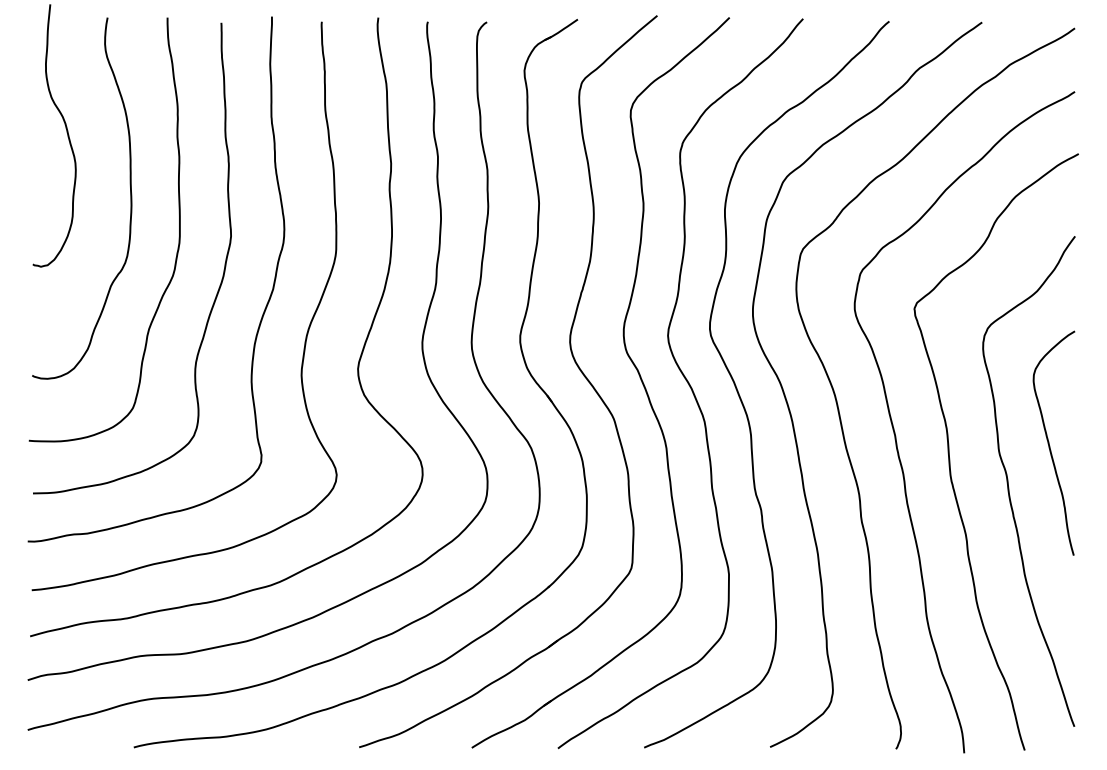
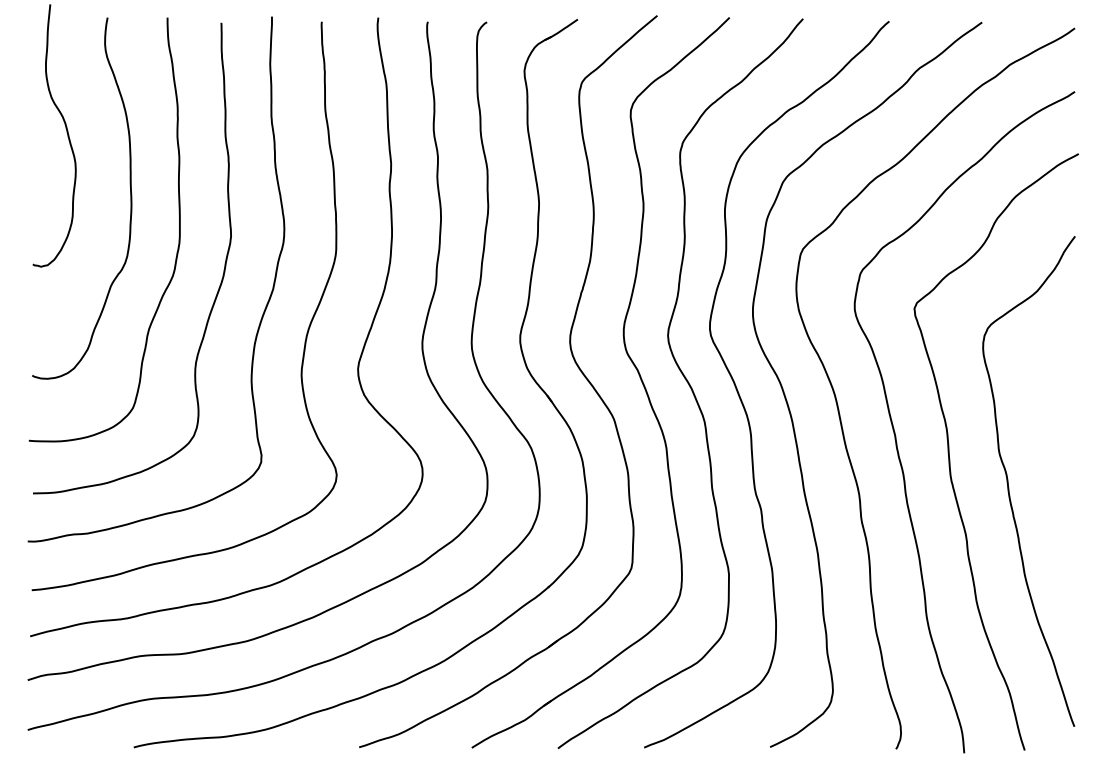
curve at (1049, 442): present -> none
